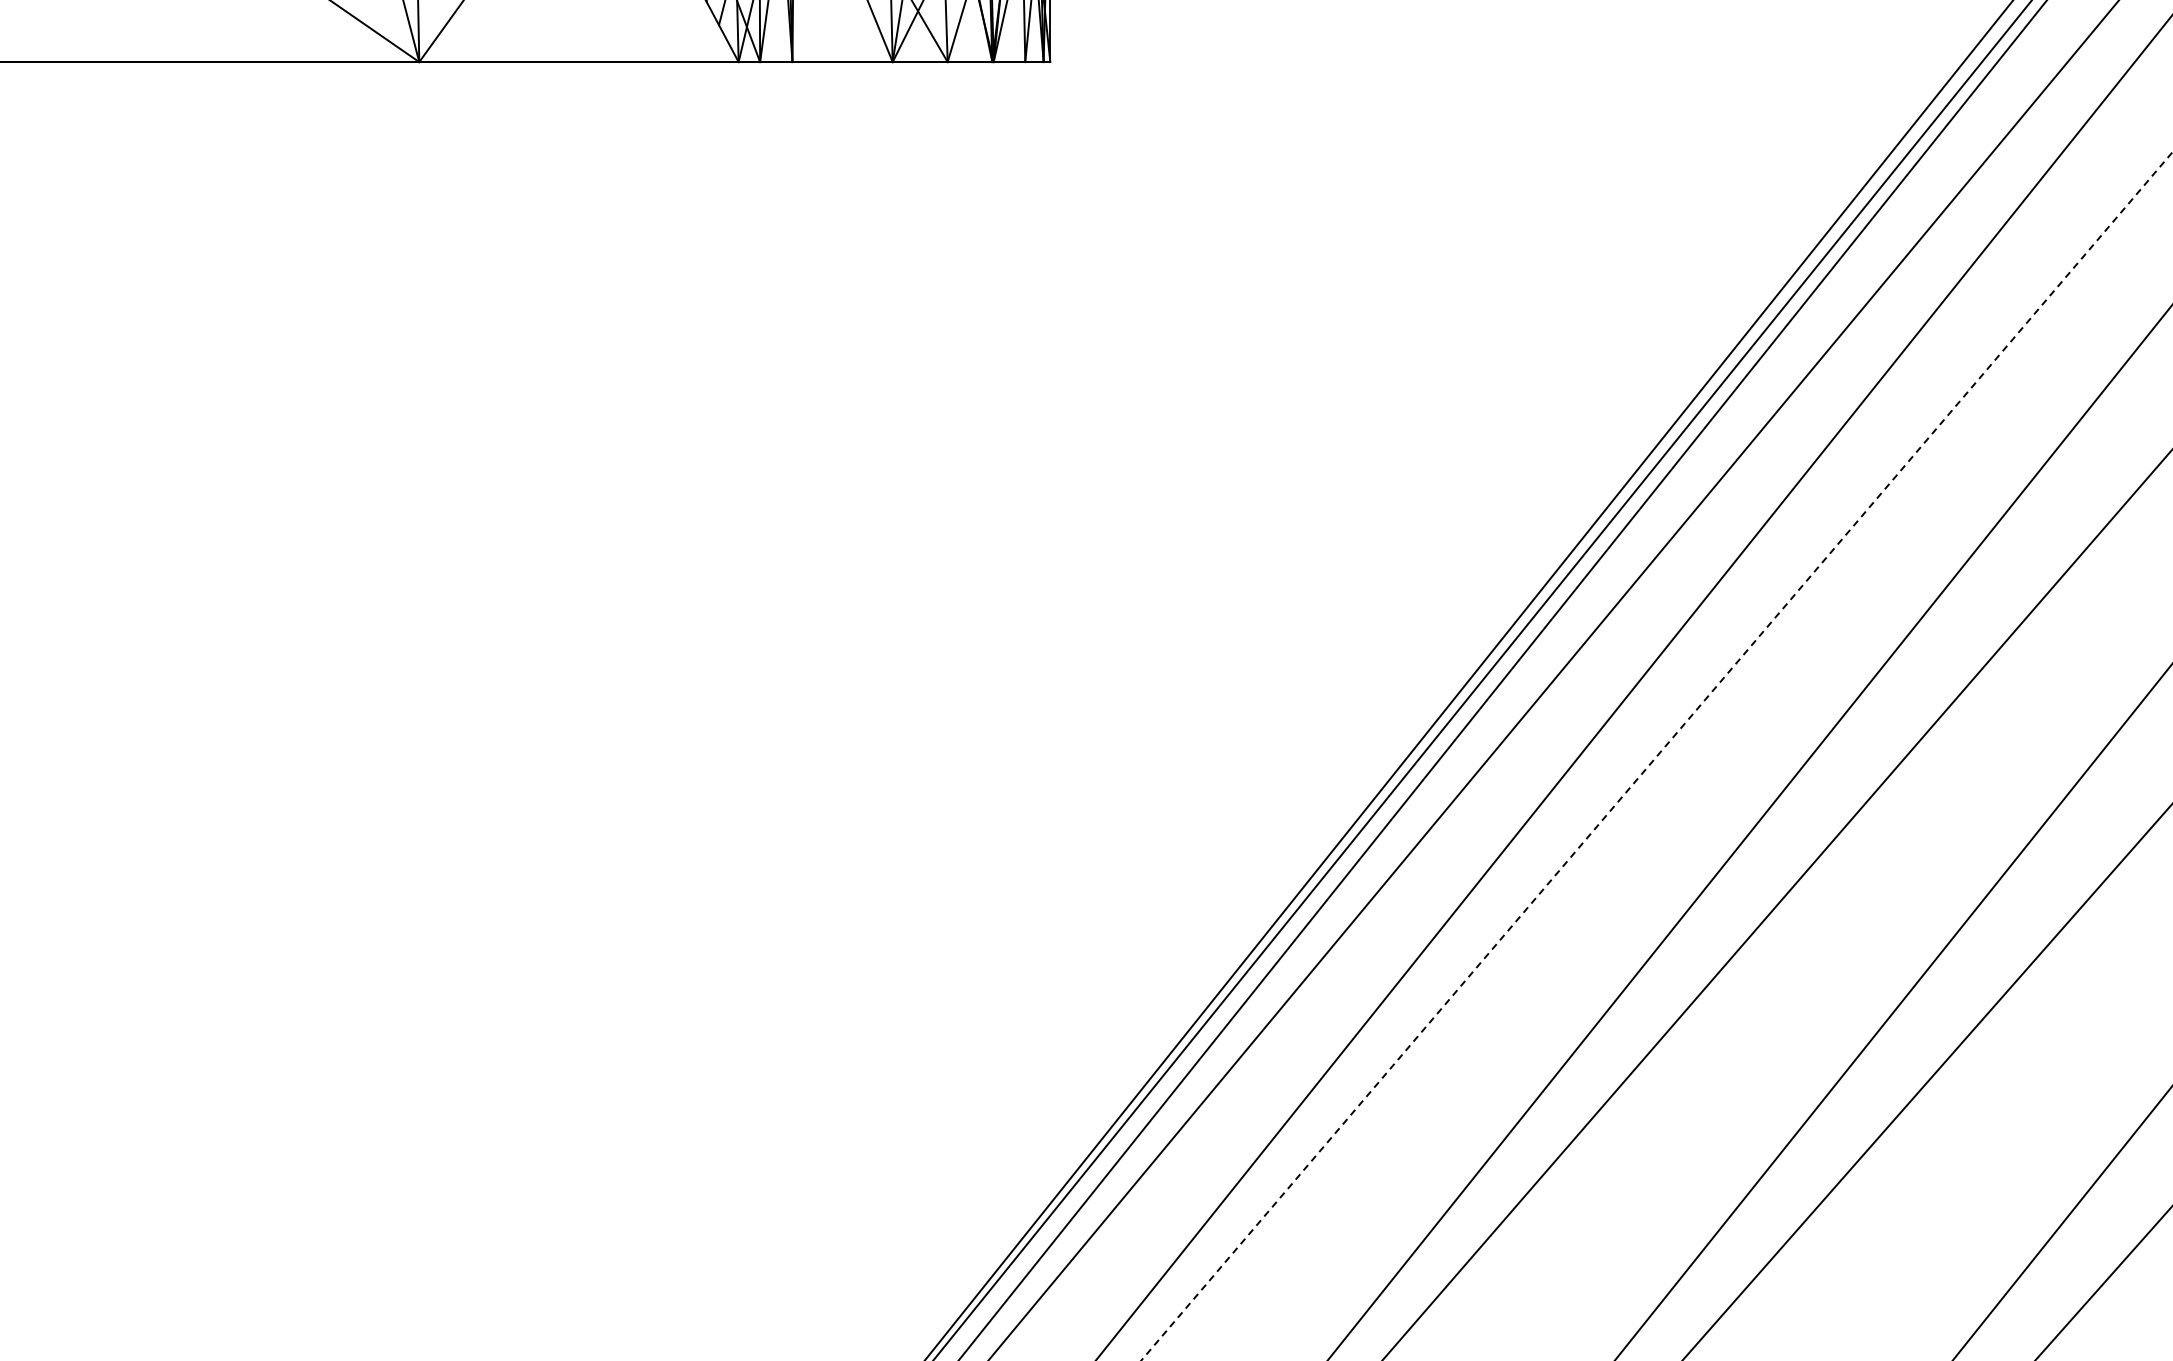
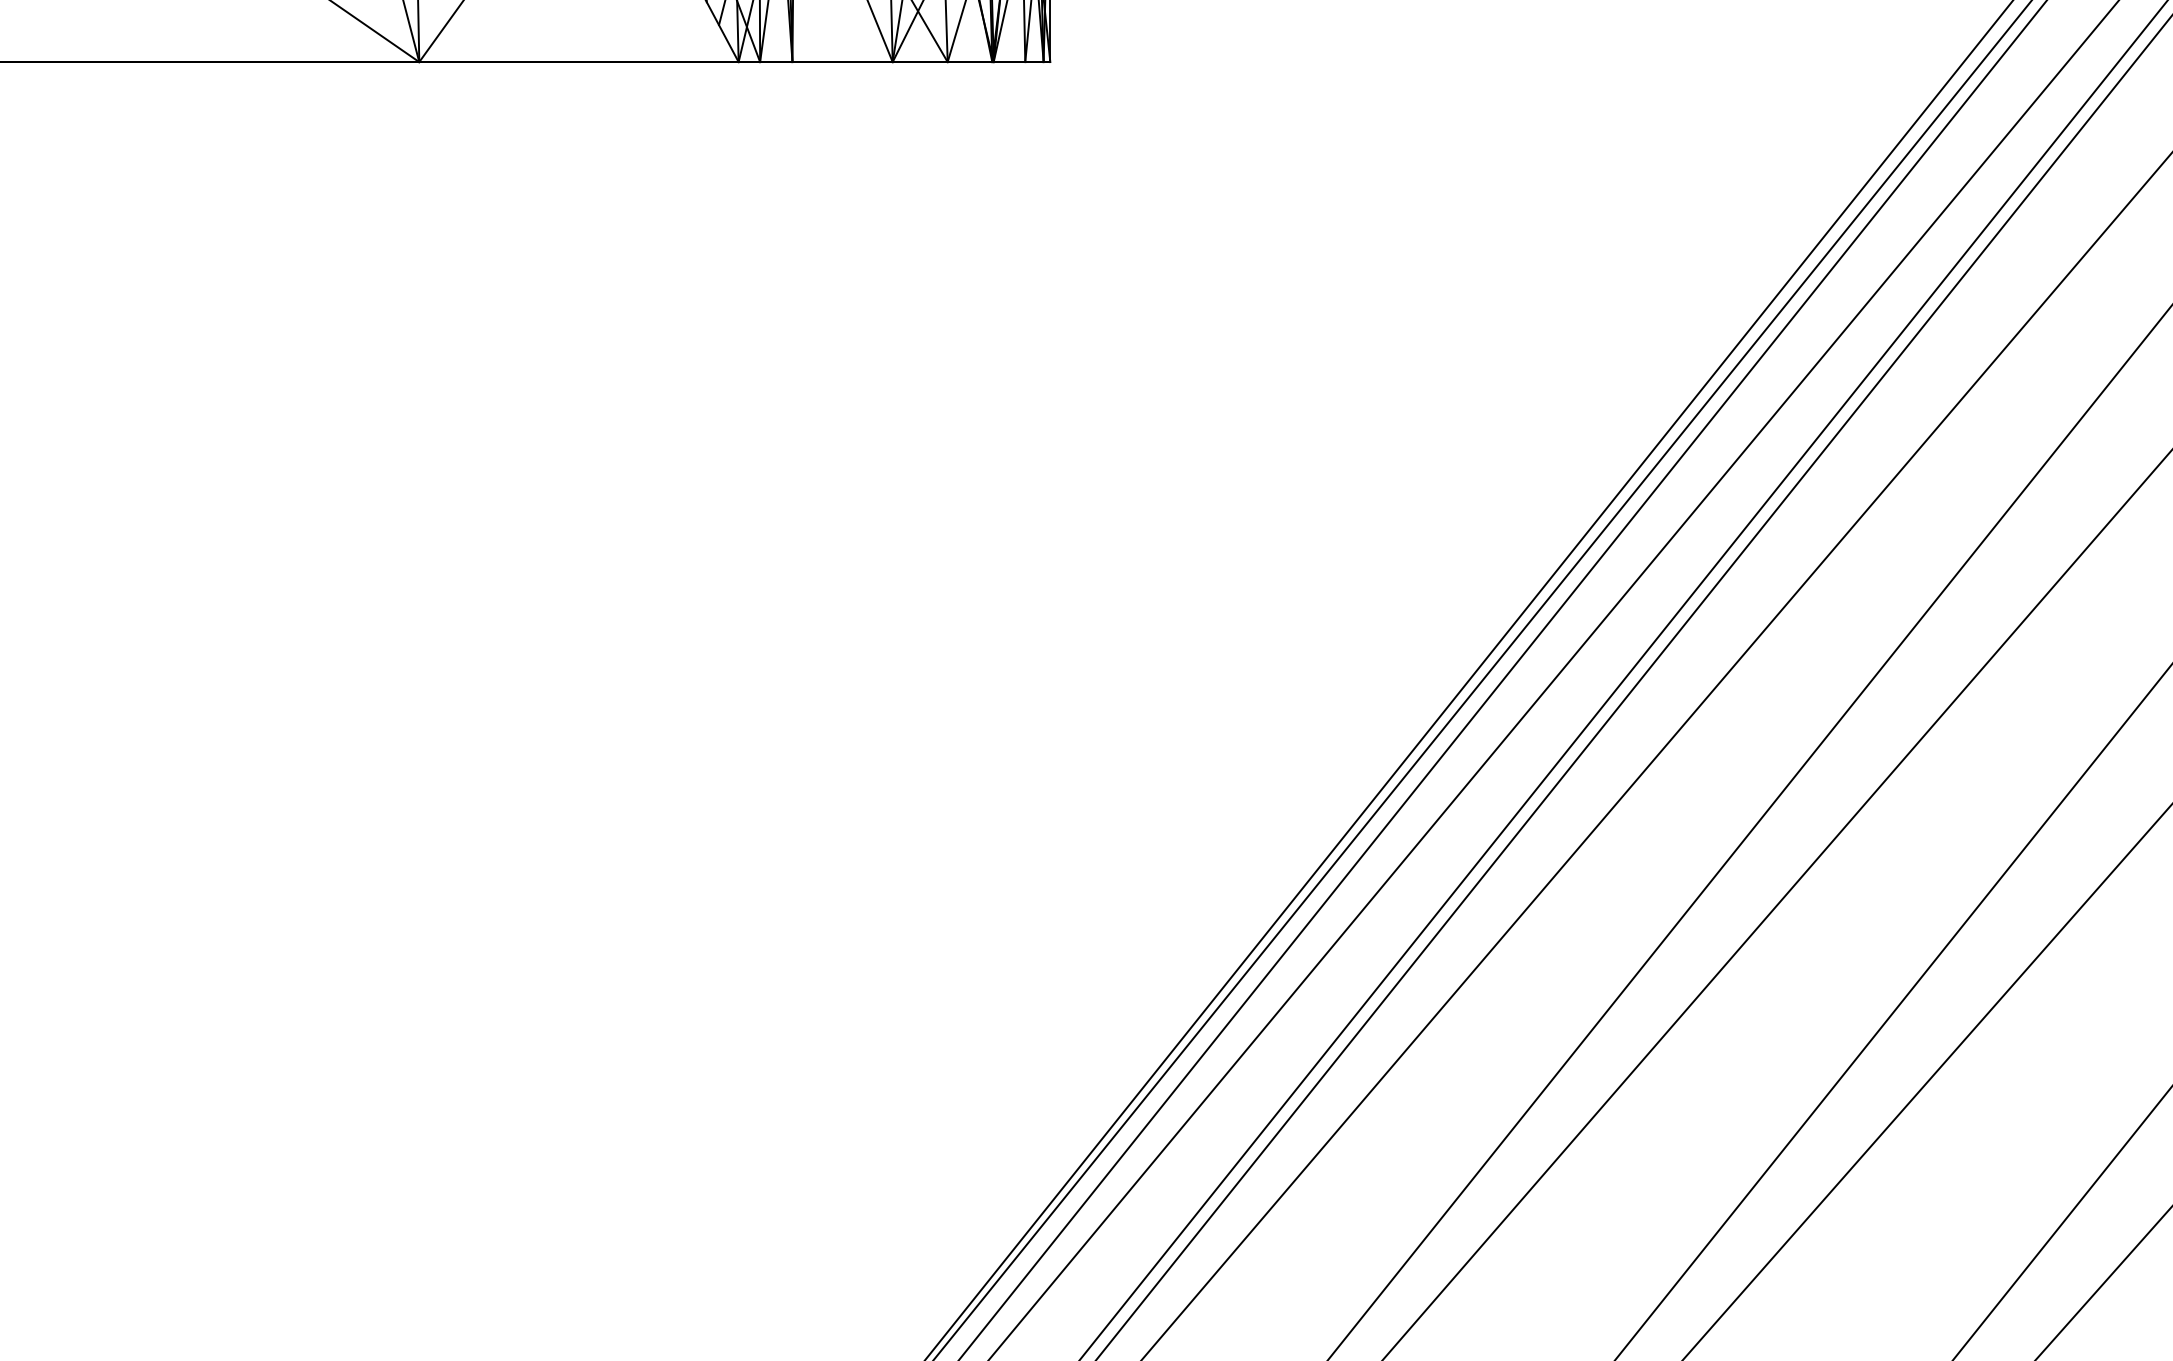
line at (1623, 679): none -> present
line at (1656, 756): dashed -> solid
